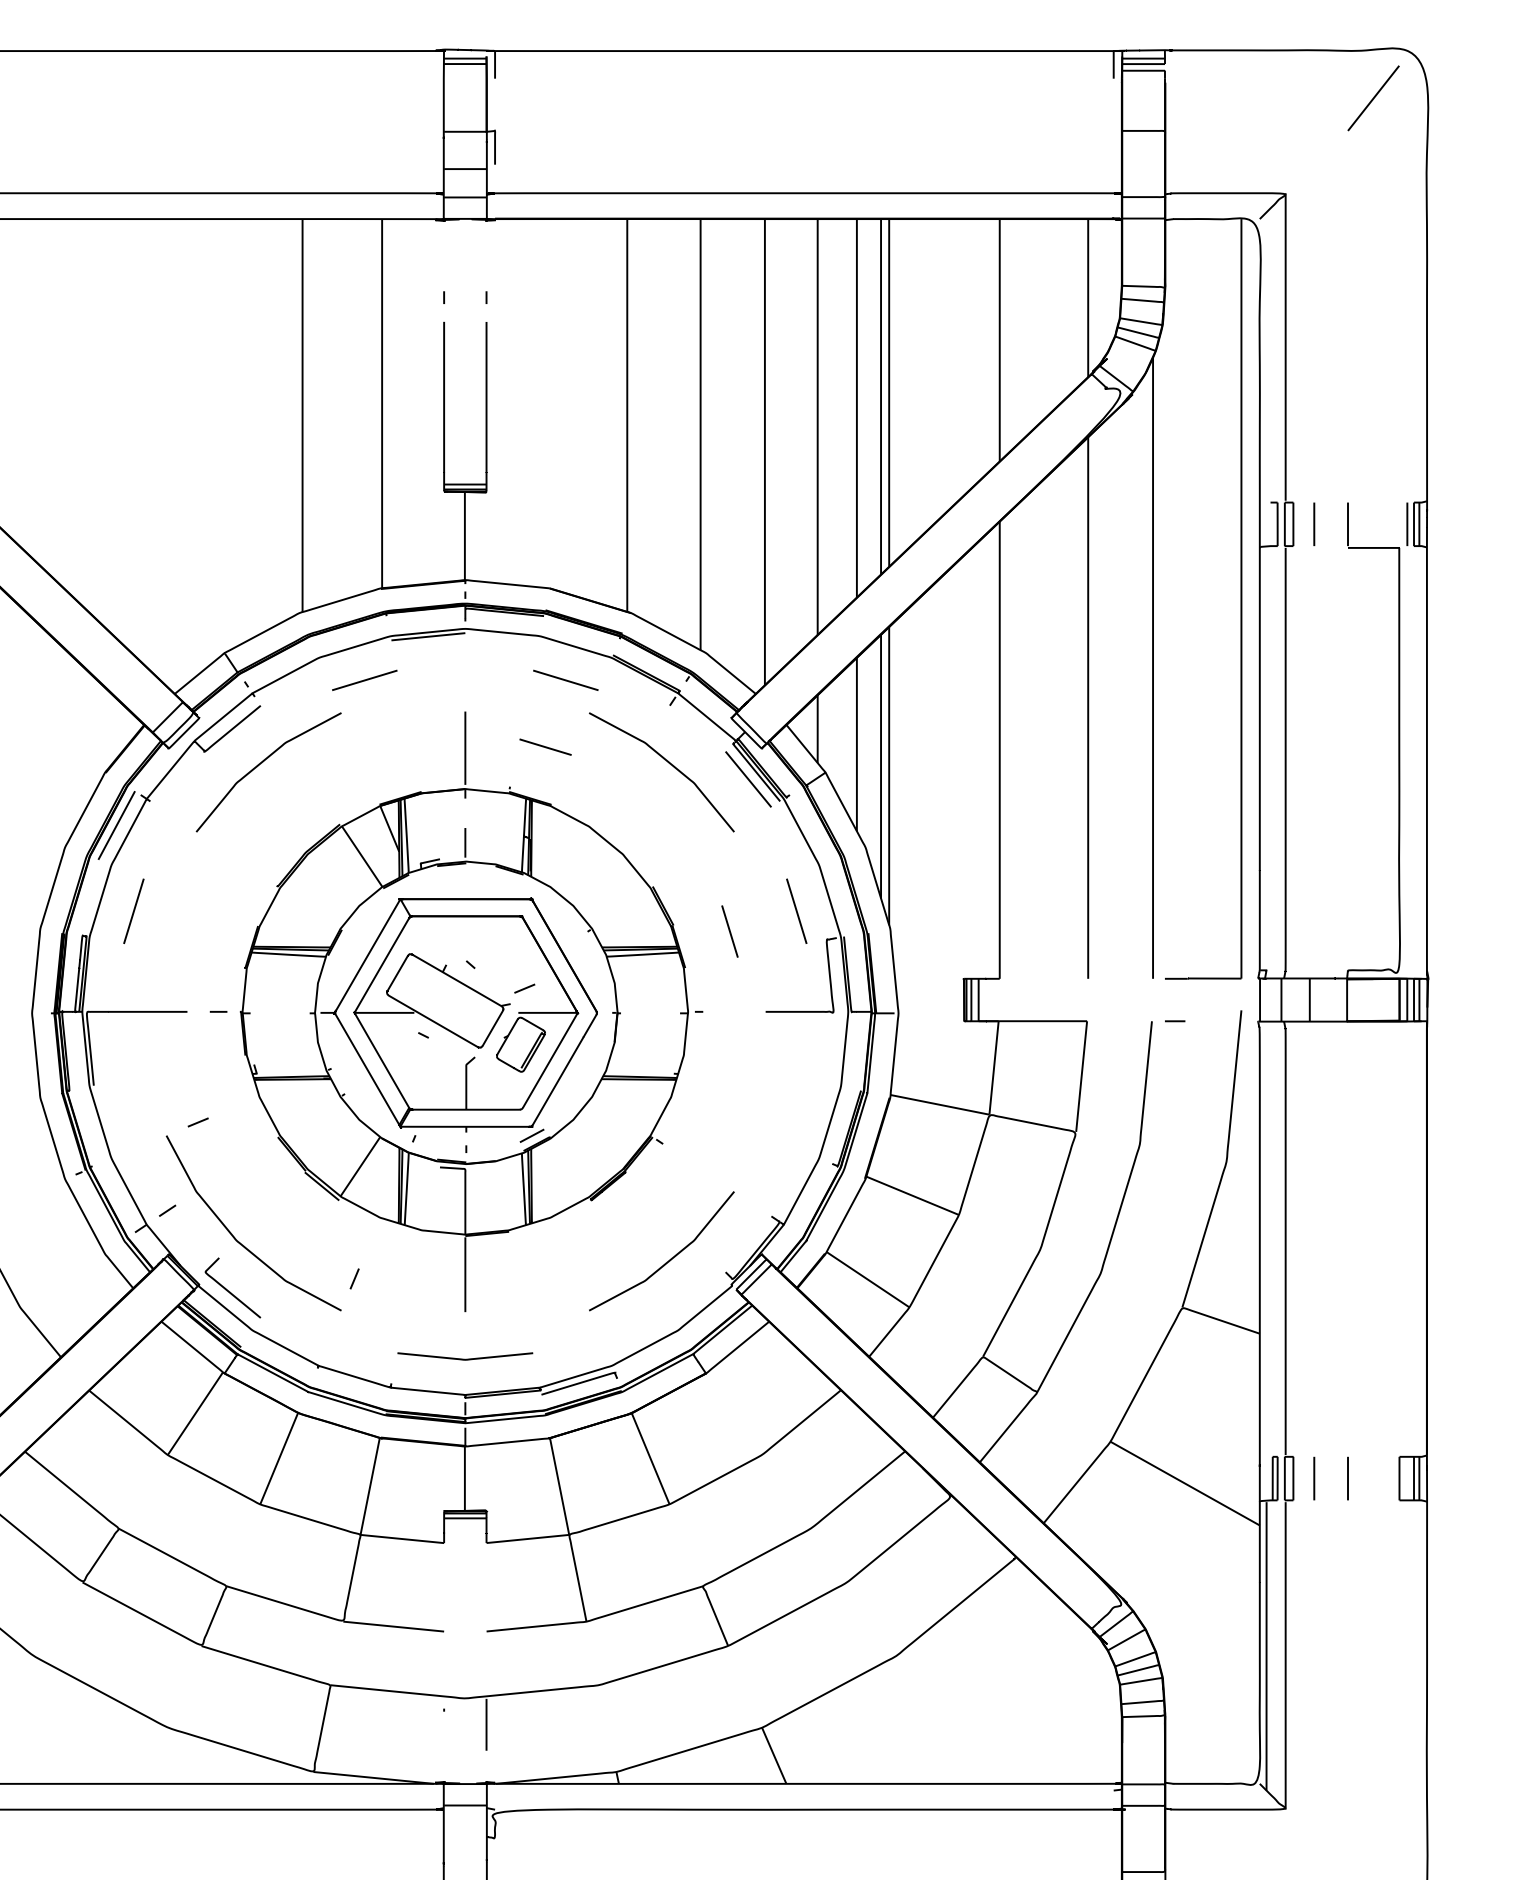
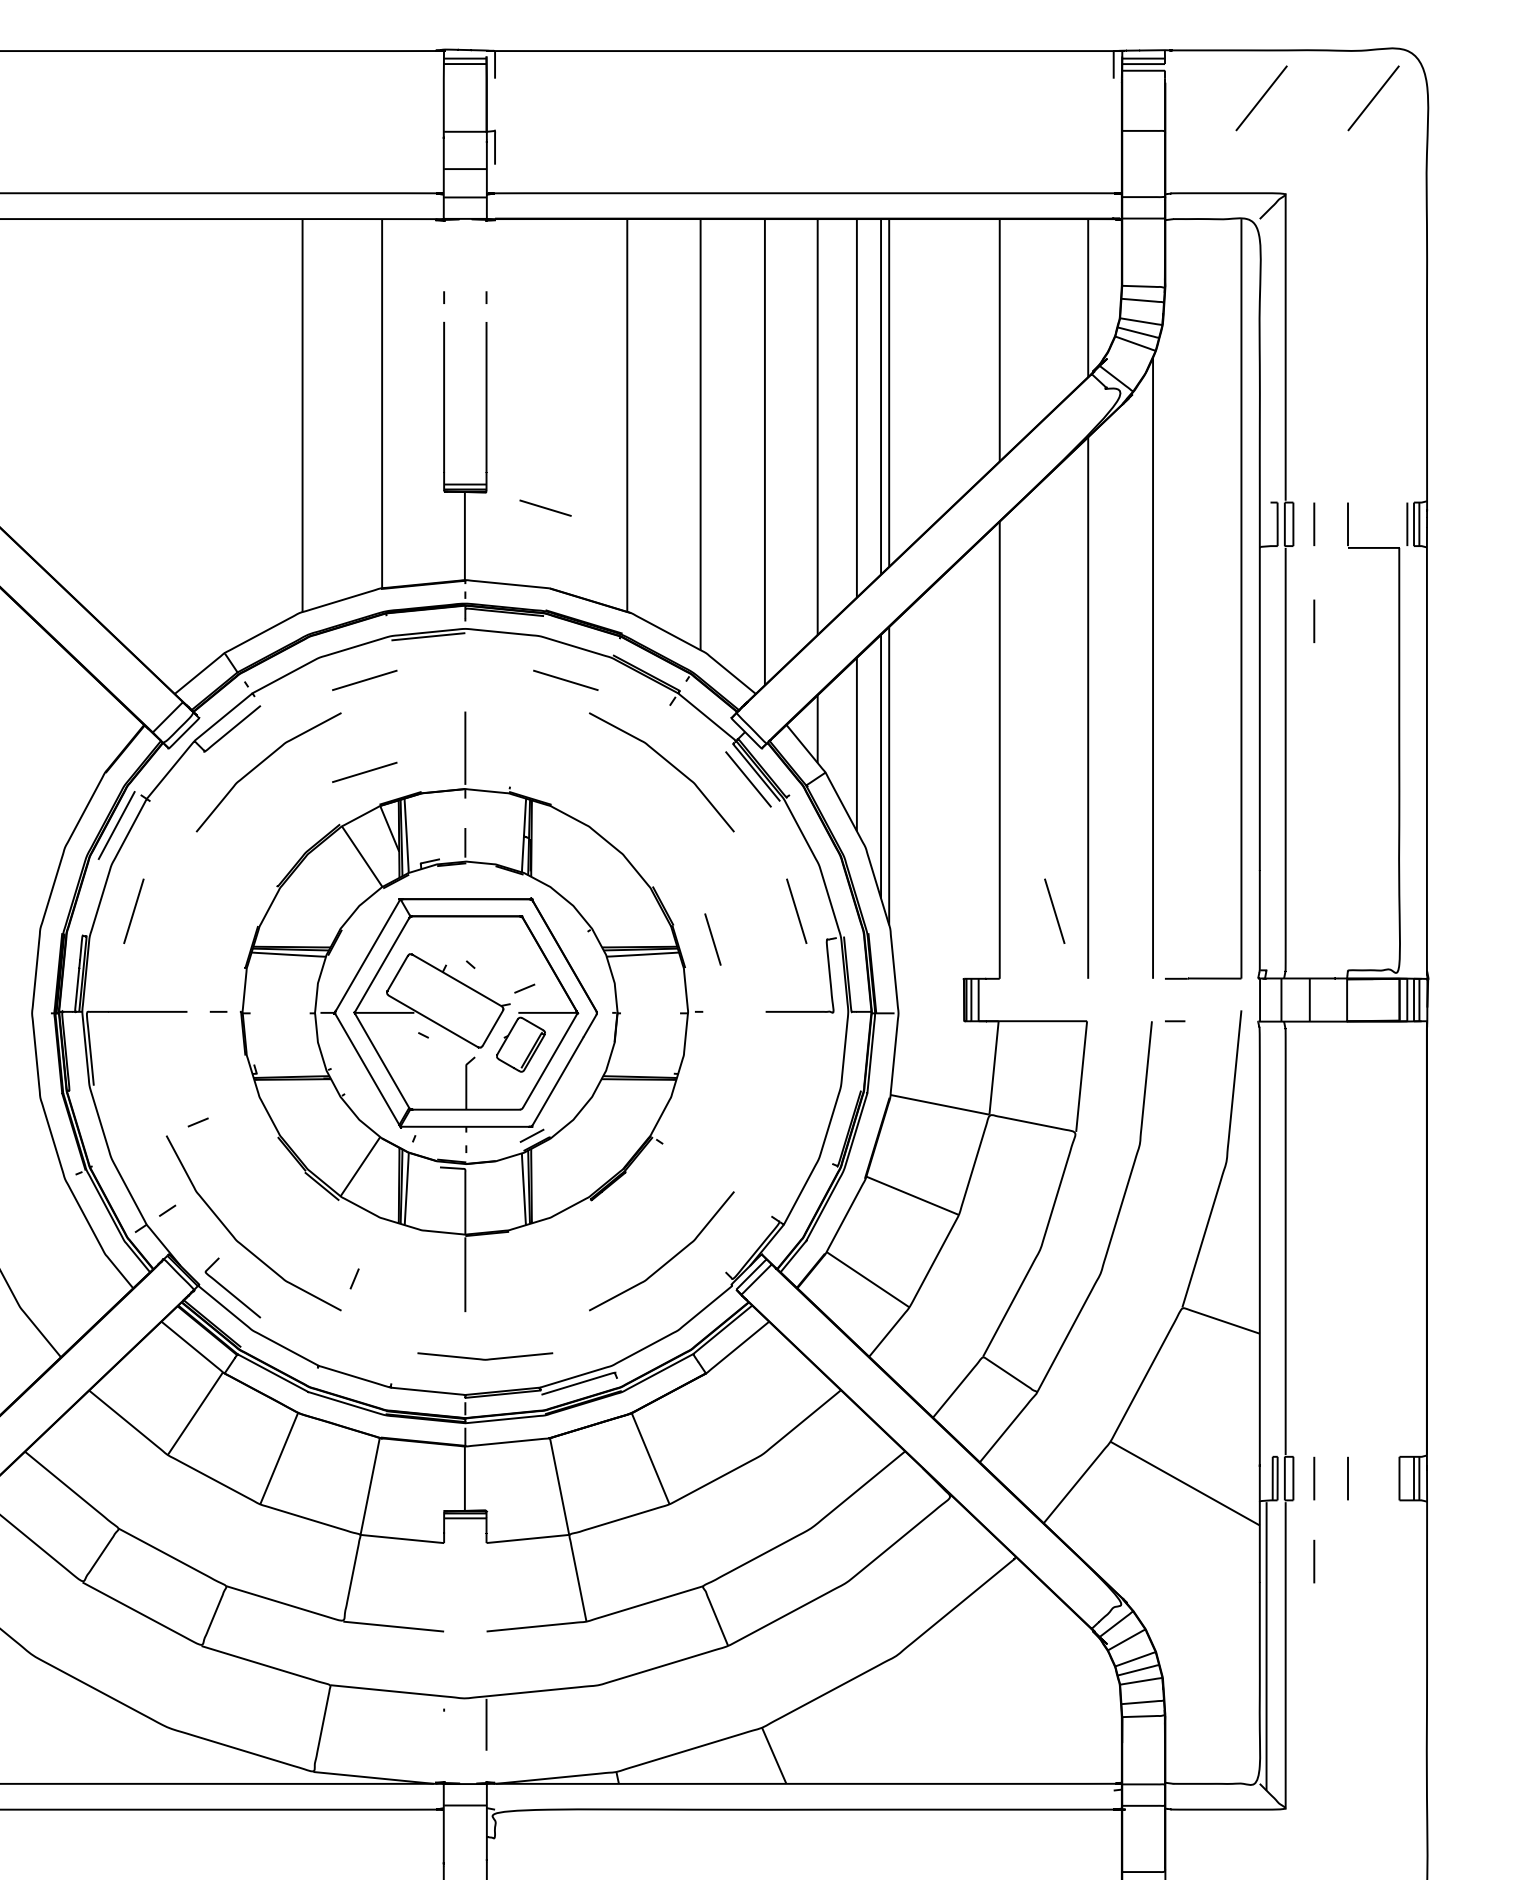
line at (1261, 98): none -> present
line at (1314, 620): none -> present
line at (545, 746) position: (545, 746) -> (545, 507)
line at (364, 771): none -> present
line at (1054, 910): none -> present
line at (729, 931) position: (729, 931) -> (712, 939)
curve at (465, 1358) position: (465, 1358) -> (485, 1358)
line at (1314, 1561): none -> present
